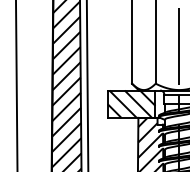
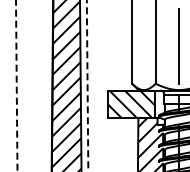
line at (16, 85): solid -> dashed
line at (87, 85): solid -> dashed
